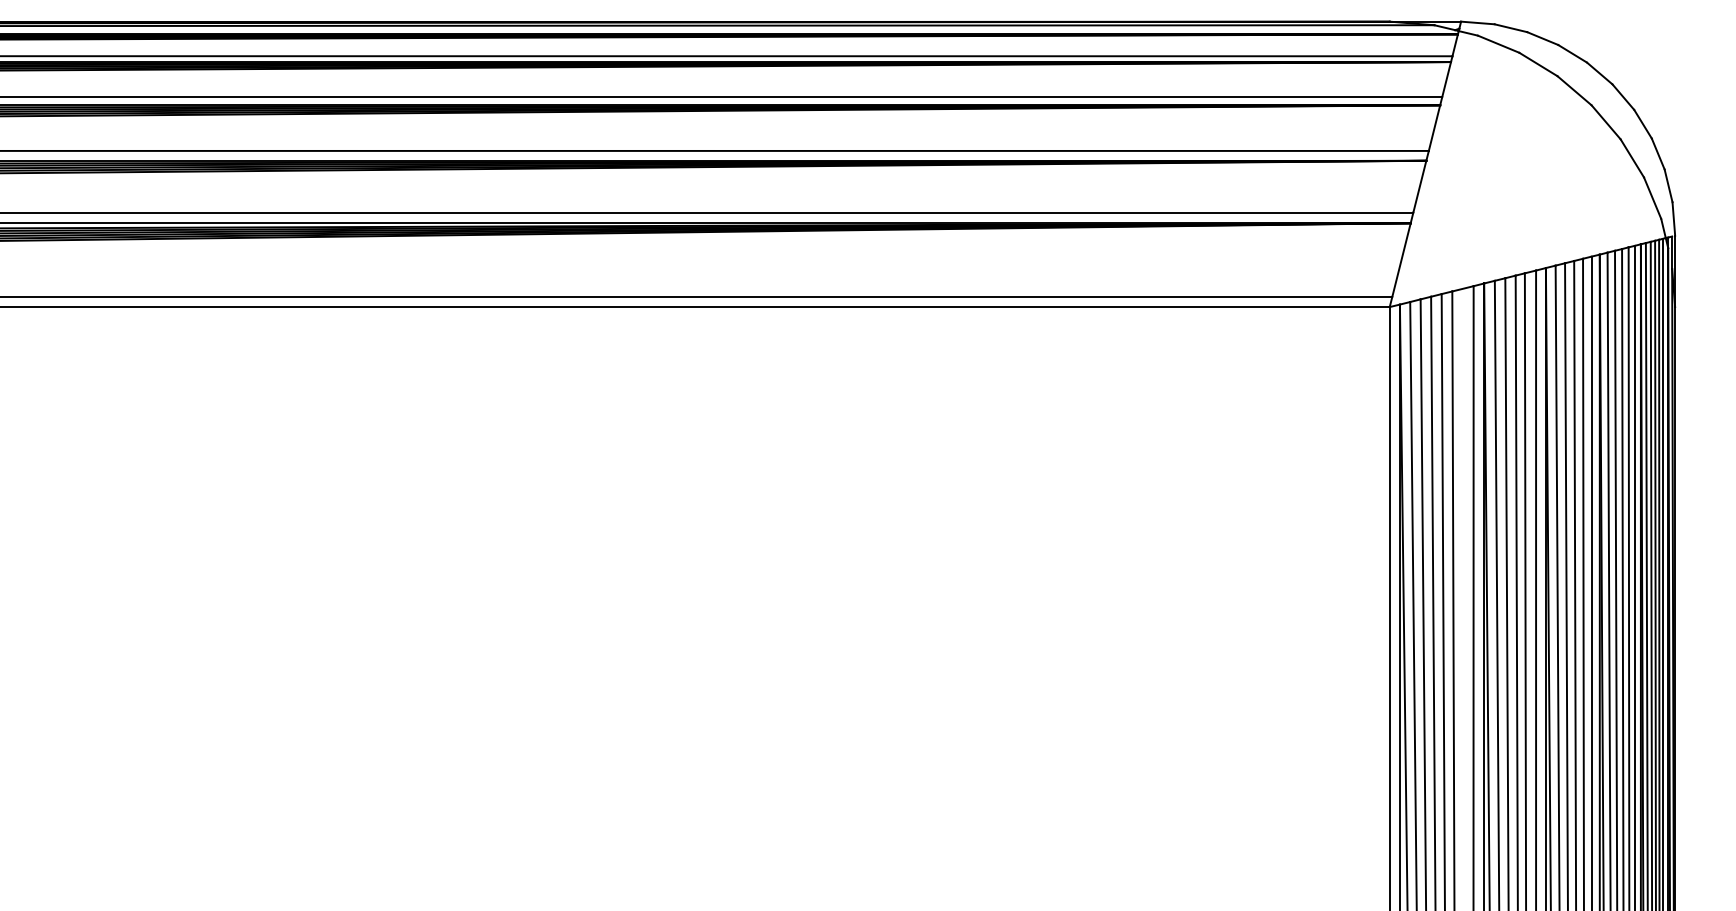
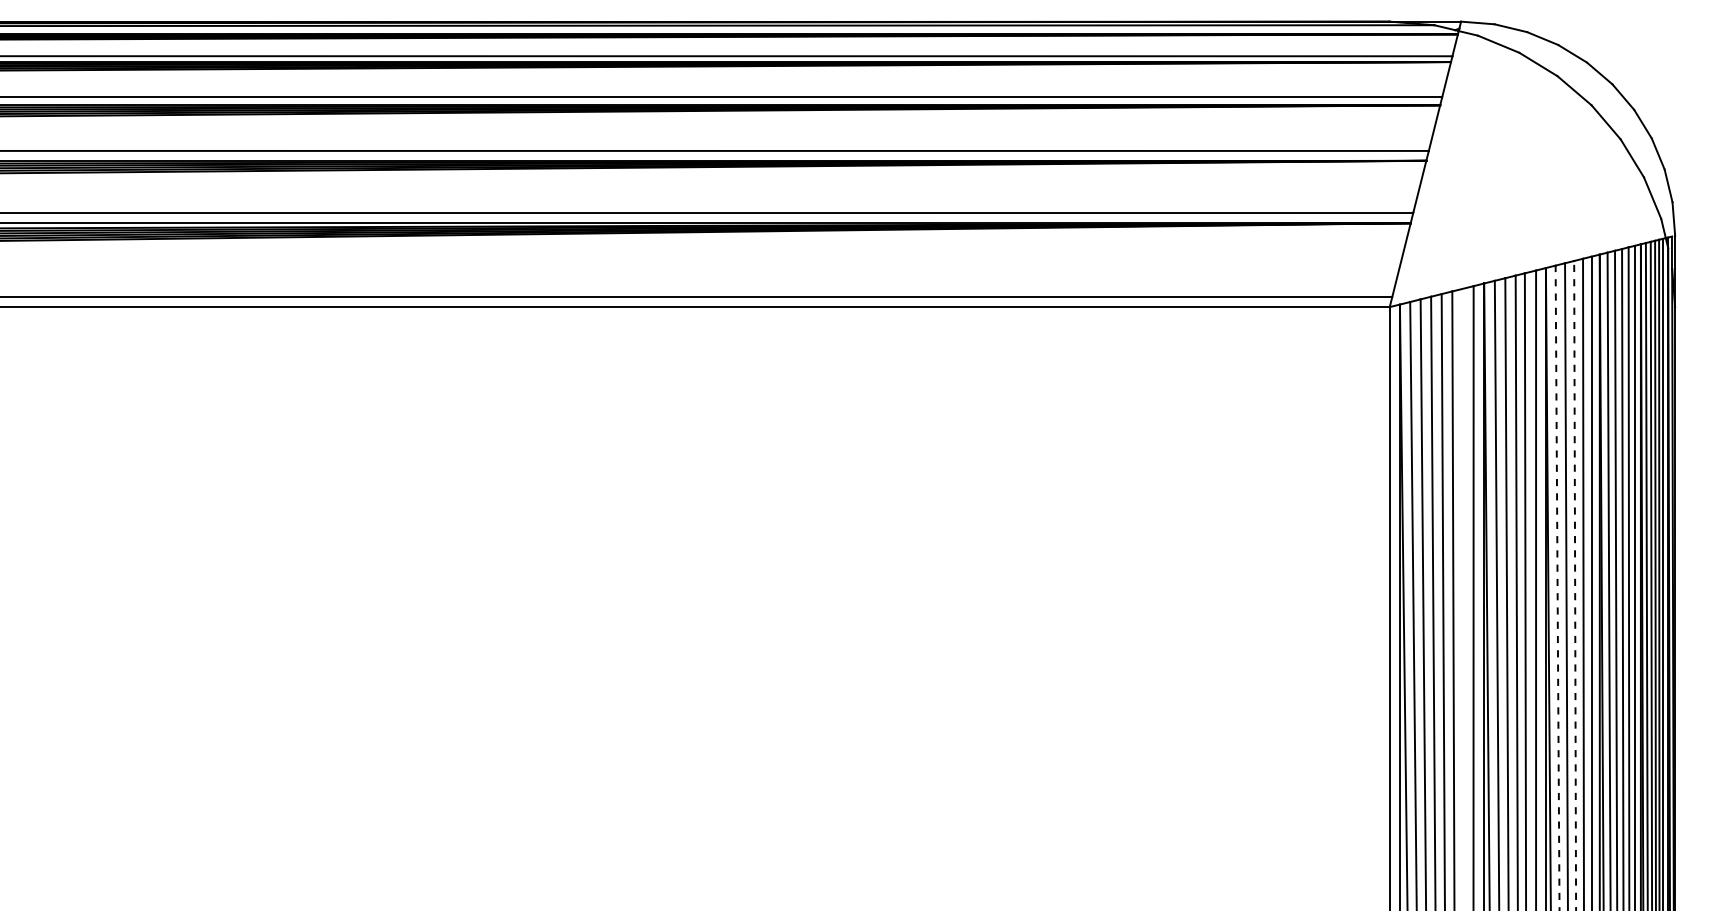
line at (1575, 585): solid -> dashed
line at (1557, 587): solid -> dashed
